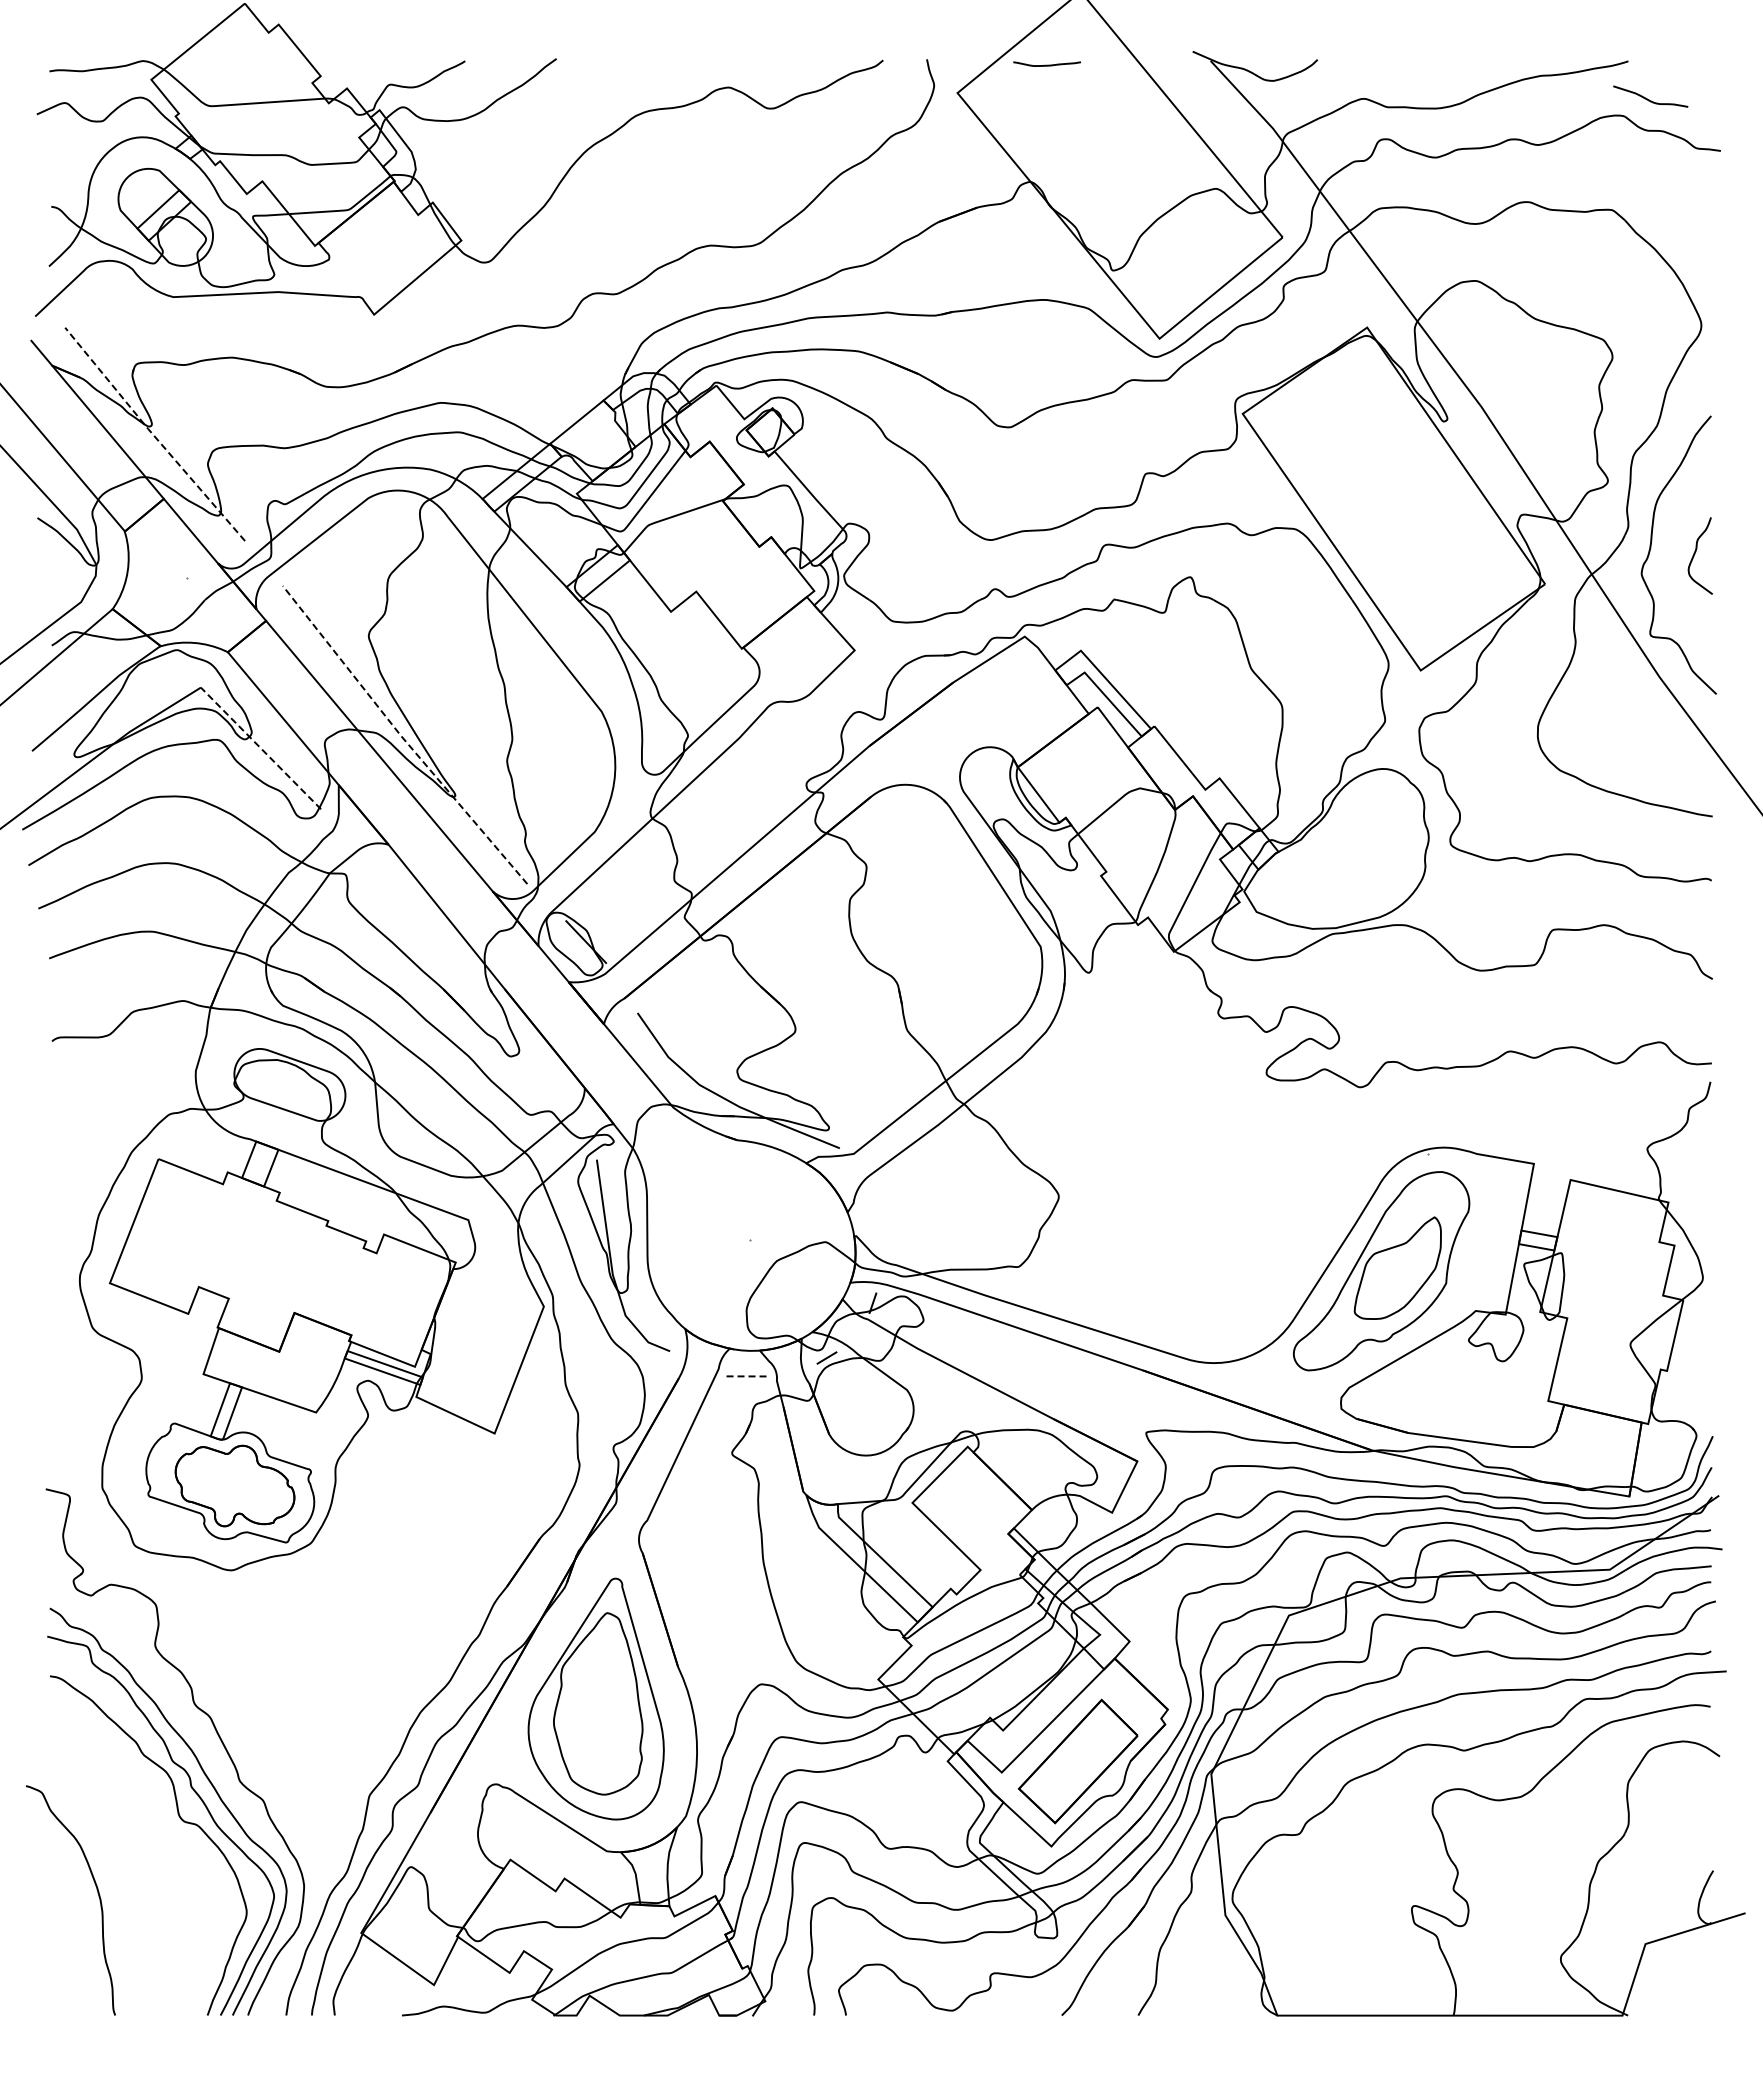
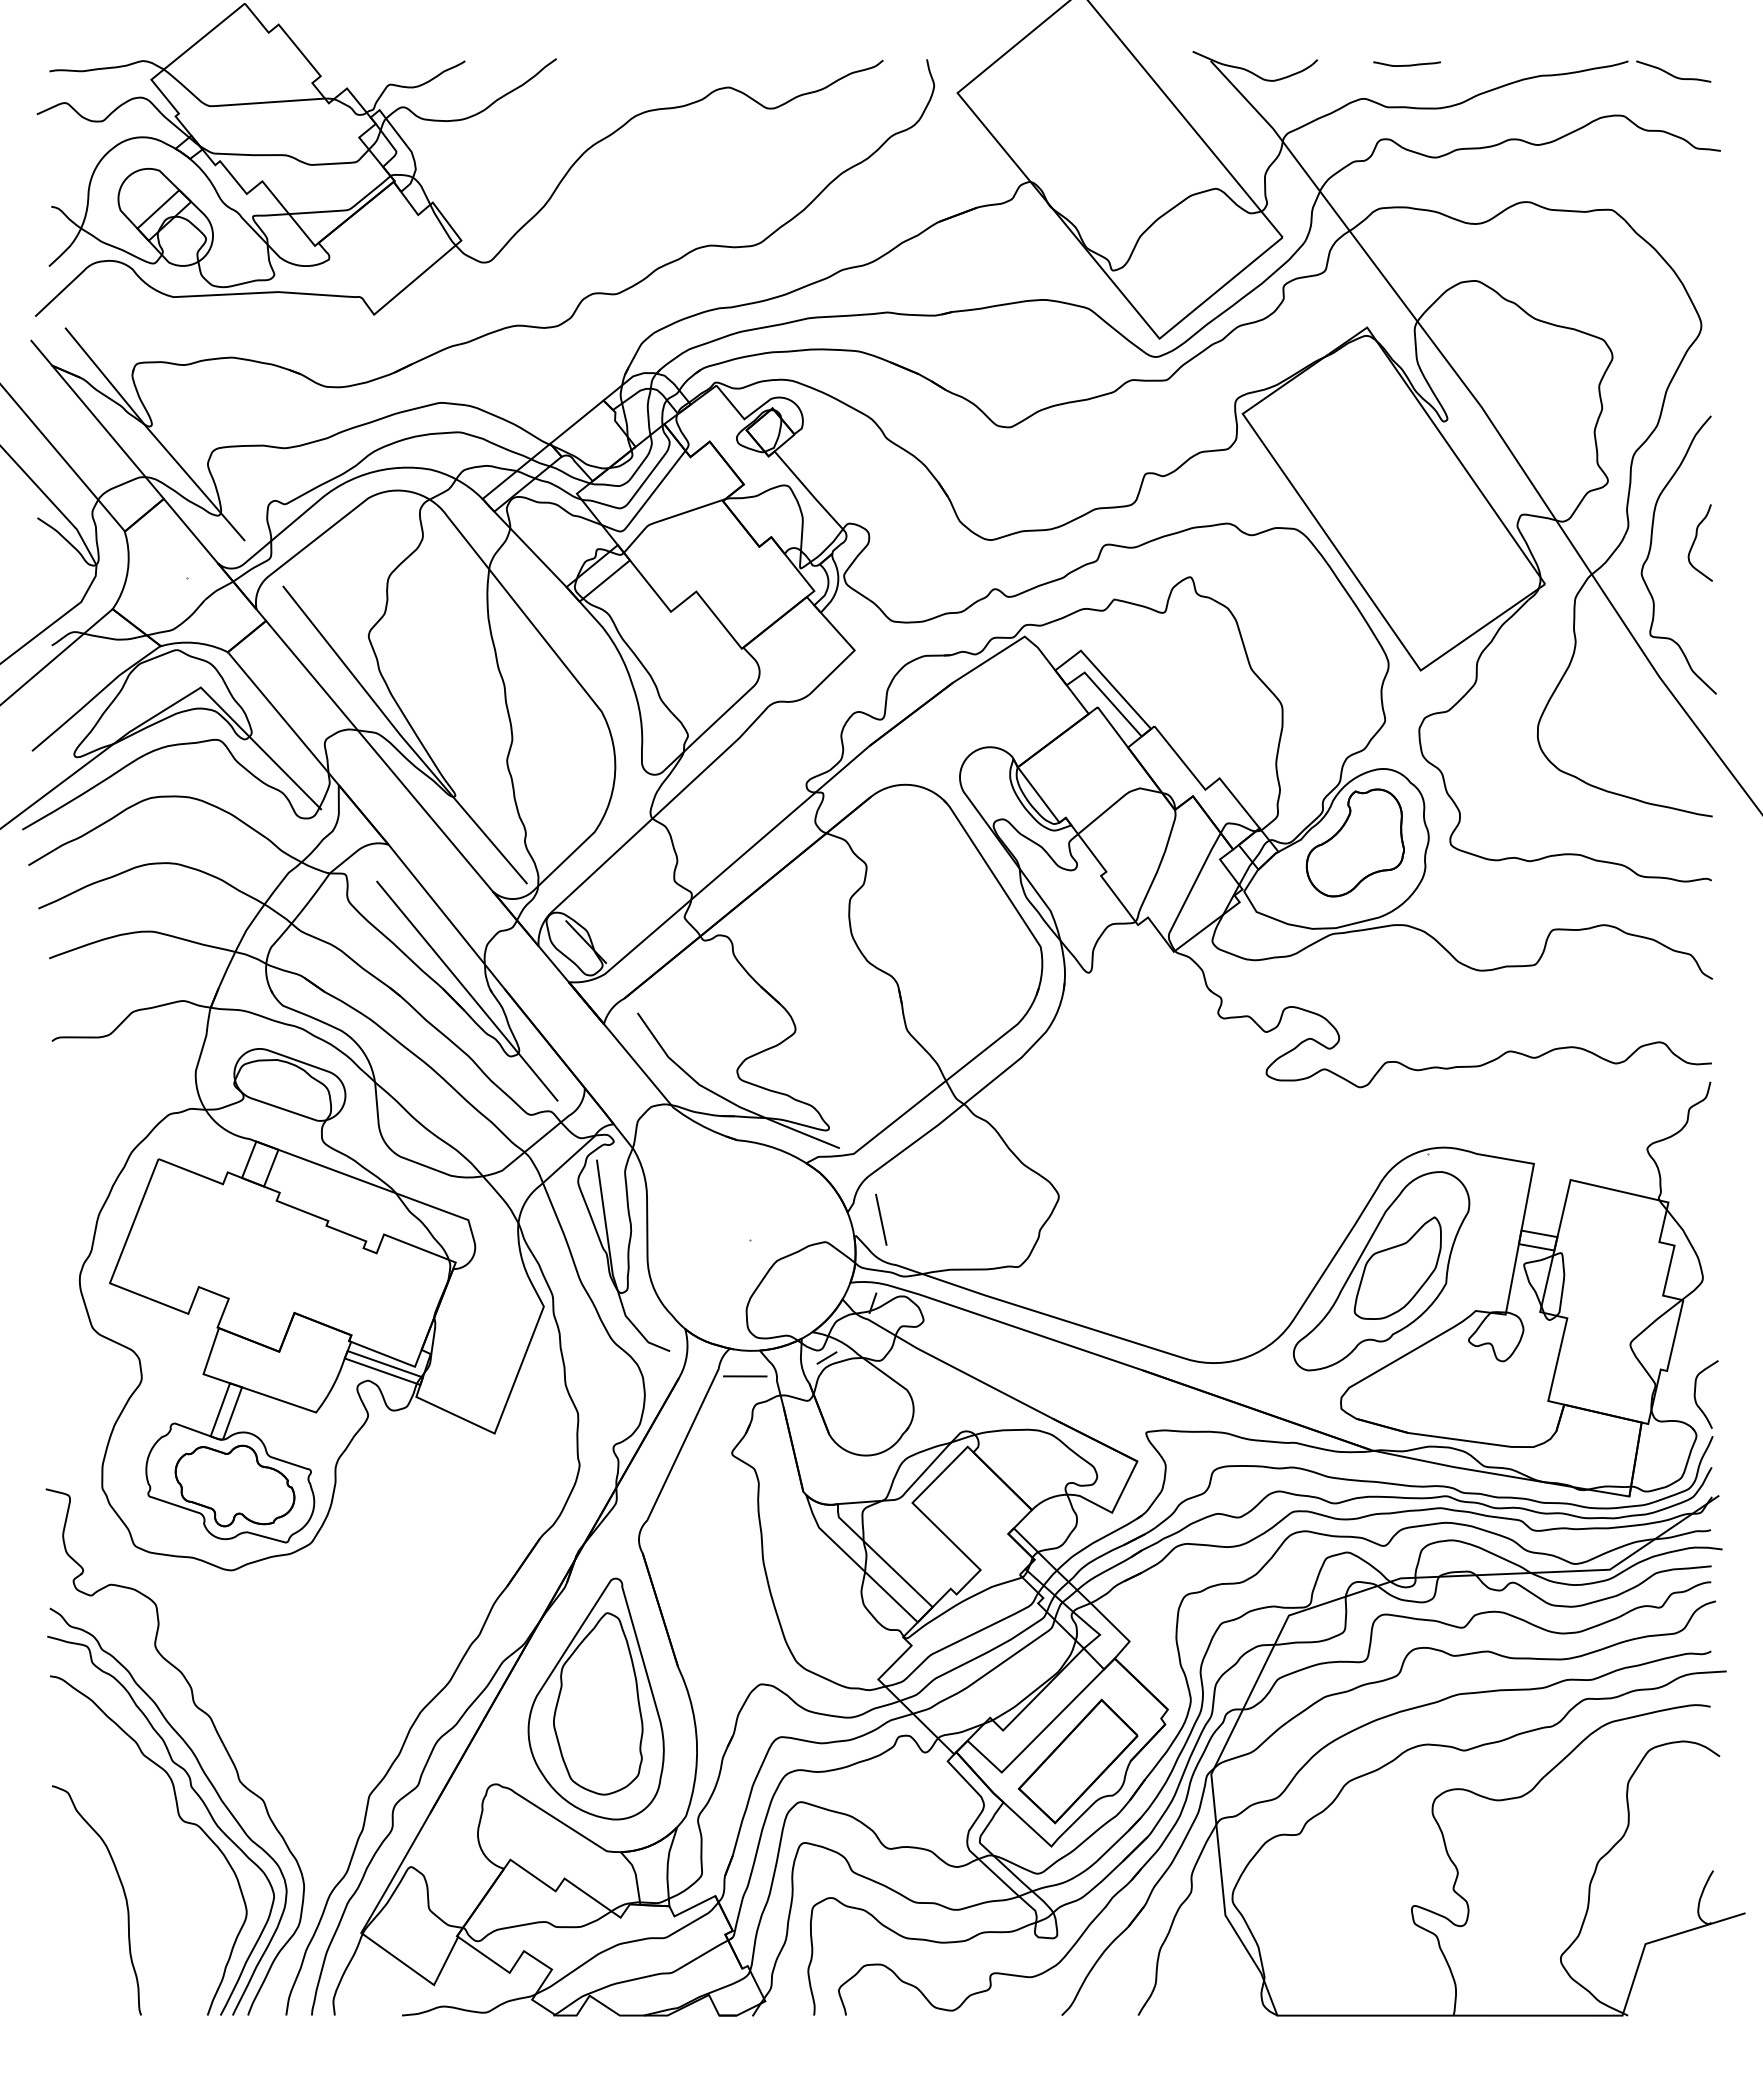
curve at (1046, 64) position: (1046, 64) -> (1406, 64)
curve at (1649, 99) position: (1649, 99) -> (1672, 74)
line at (153, 434): dashed -> solid
curve at (1695, 554) position: (1695, 554) -> (1695, 541)
line at (402, 737): dashed -> solid
line at (261, 748): dashed -> solid
part at (1354, 842): none -> present
line at (467, 990): none -> present
line at (881, 1219): none -> present
line at (744, 1376): dashed -> solid
curve at (1695, 1394): none -> present
curve at (97, 1893) position: (97, 1893) -> (123, 1893)
